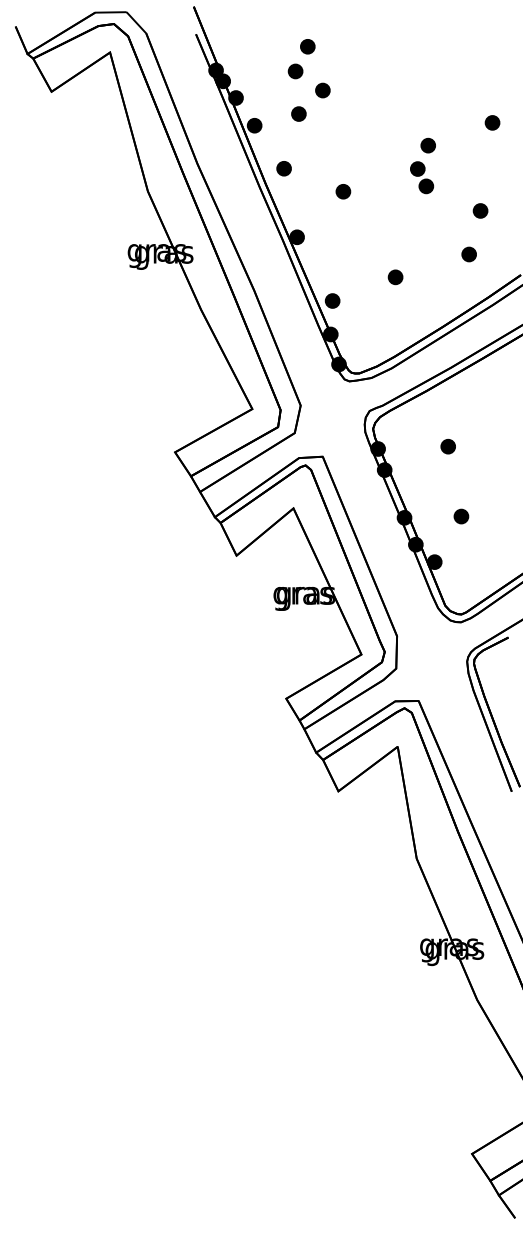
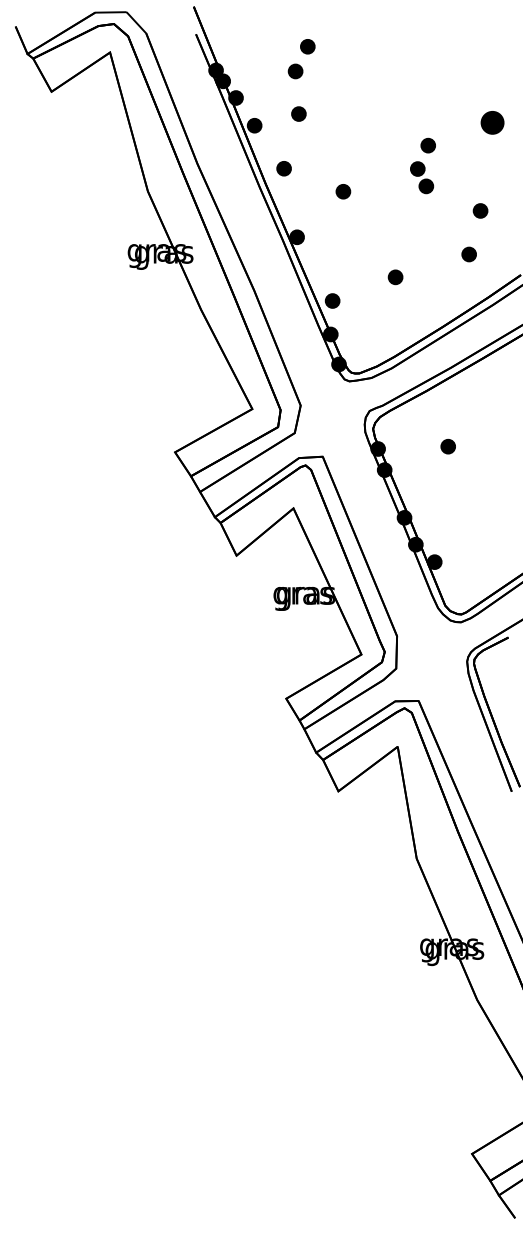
part at (322, 90): present -> none
part at (492, 122) size: 17x16 px -> 25x24 px
part at (461, 516): present -> none
